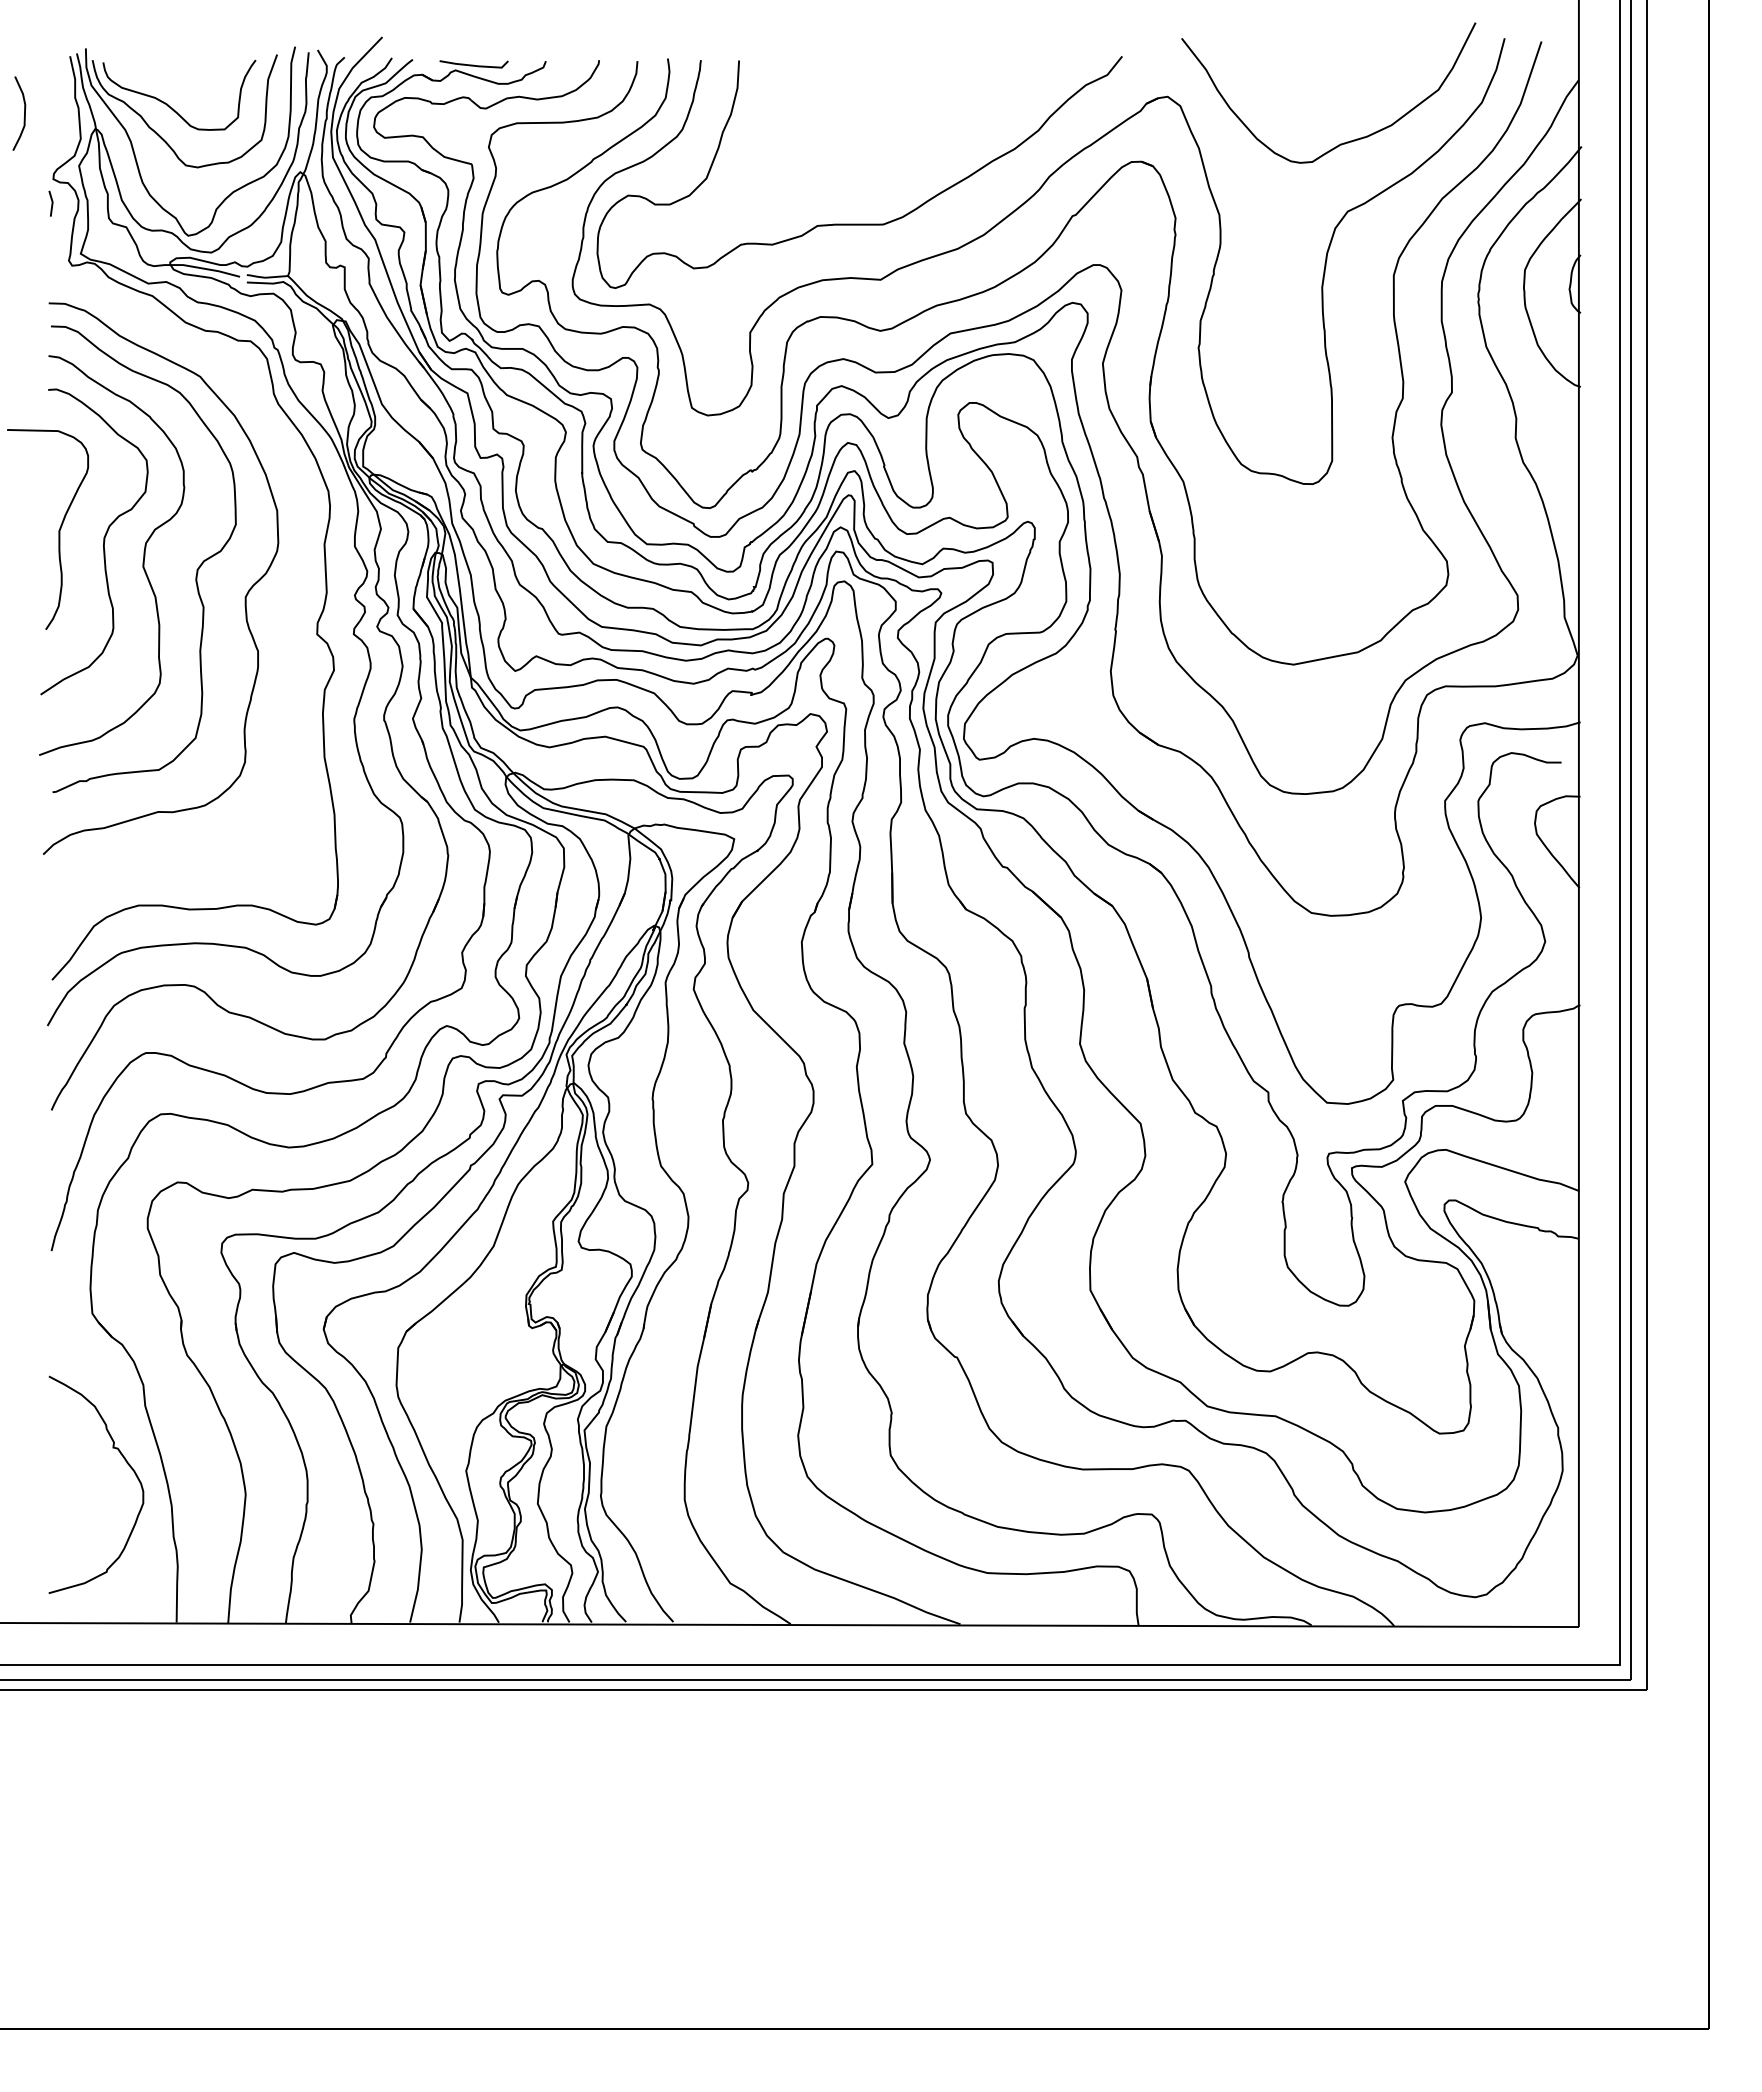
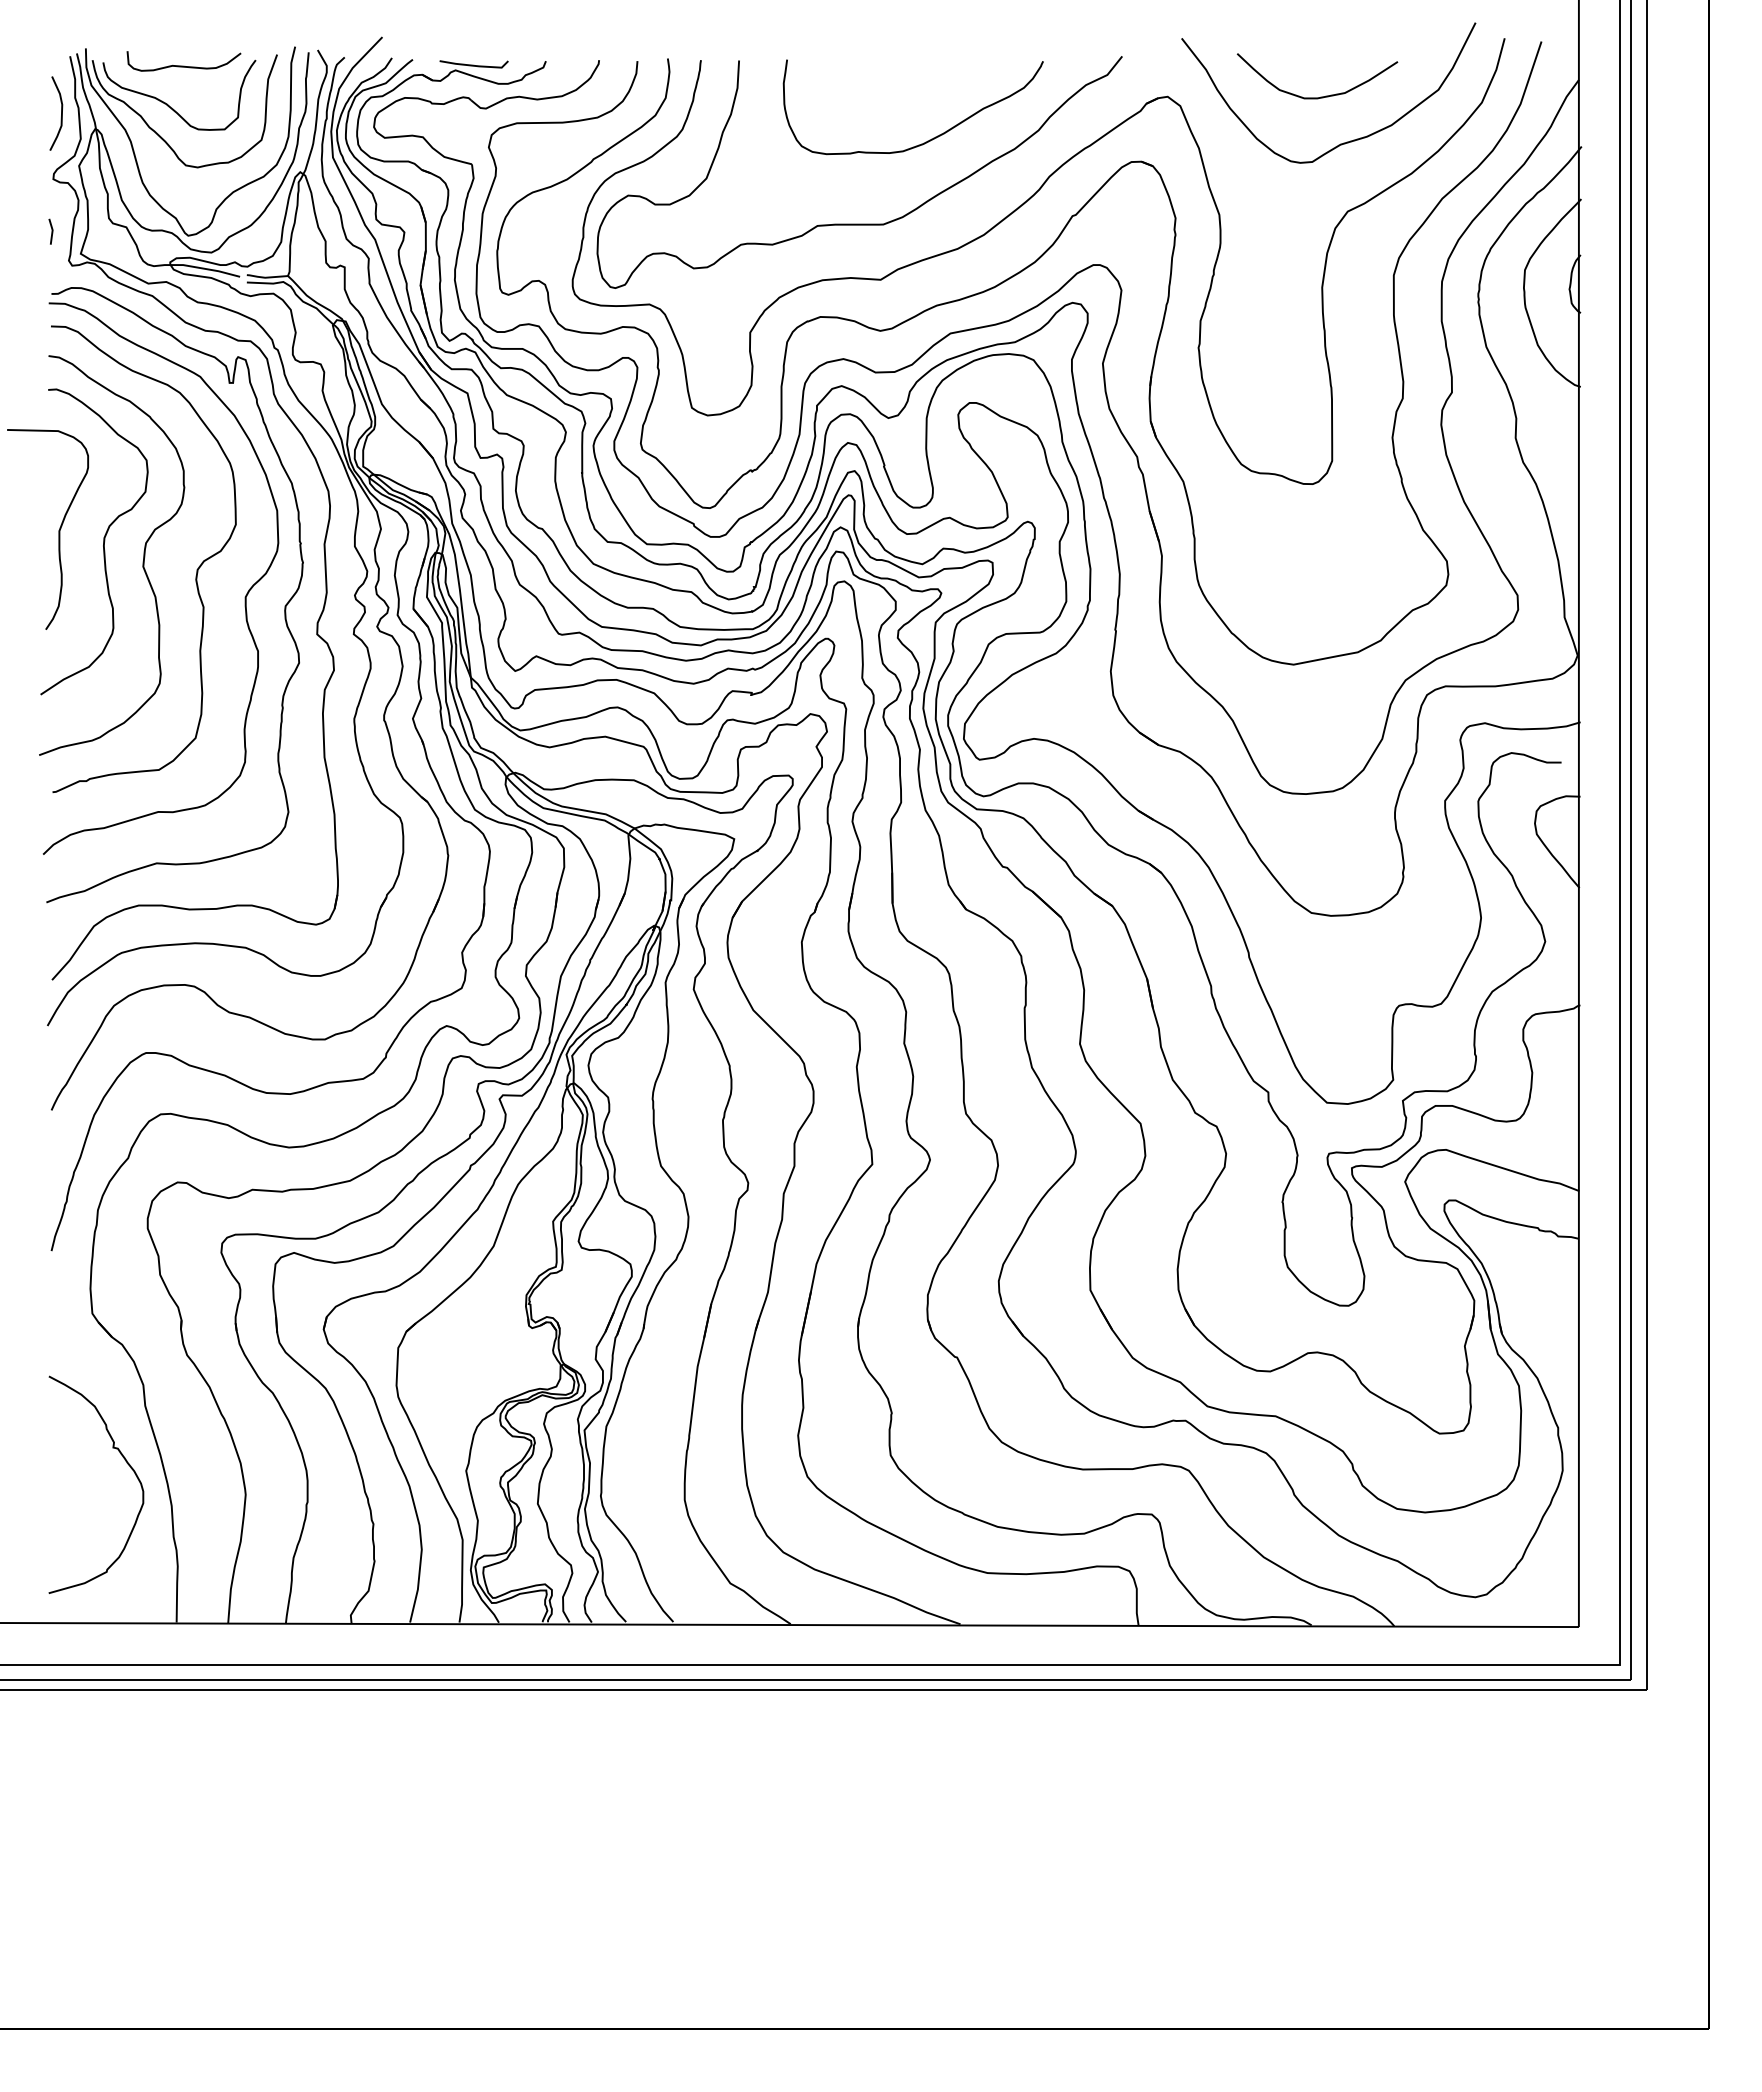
curve at (183, 65): none -> present
curve at (1320, 96): none -> present
curve at (24, 113) position: (24, 113) -> (61, 113)
curve at (929, 139): none -> present
line at (51, 203) position: (51, 203) -> (51, 231)
curve at (284, 606): none -> present
